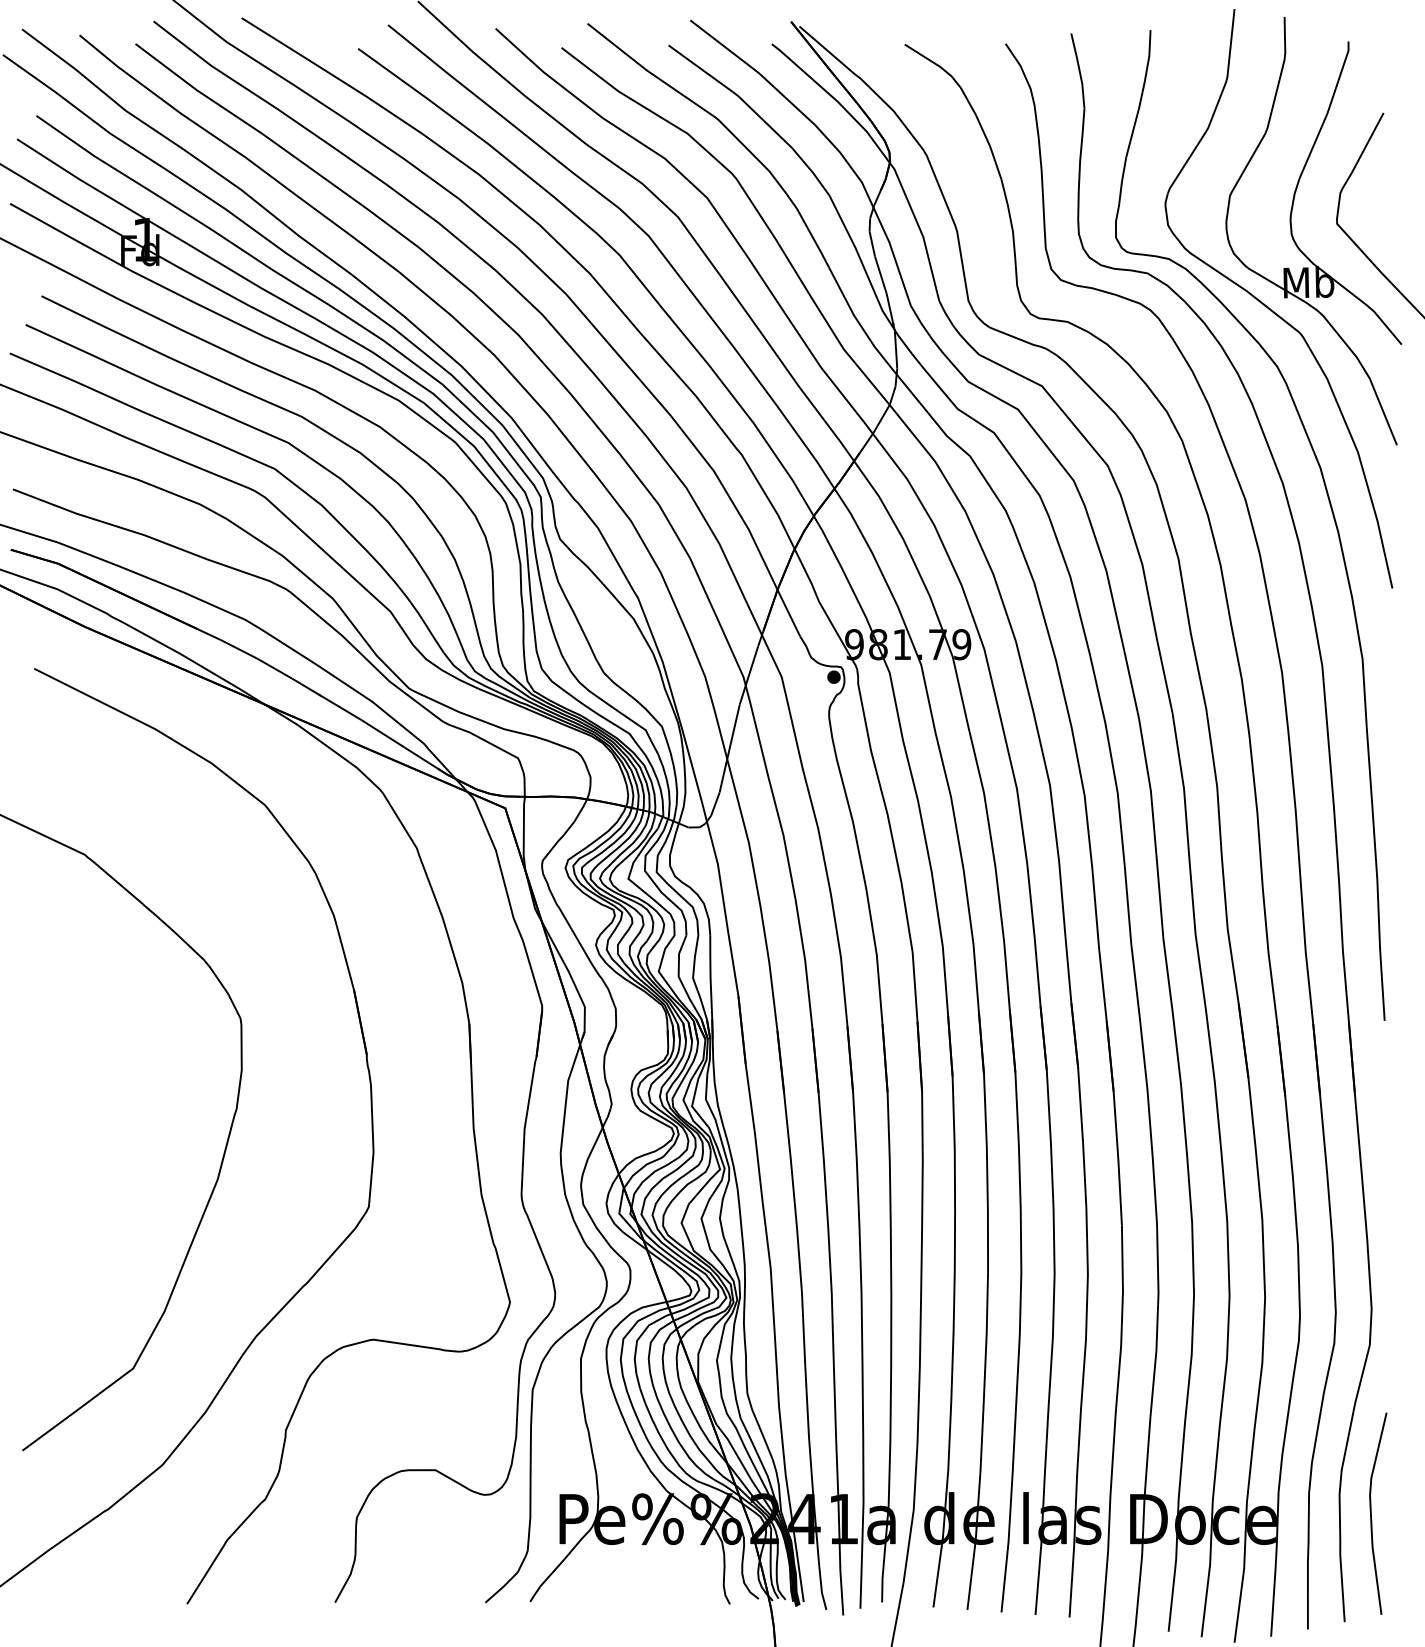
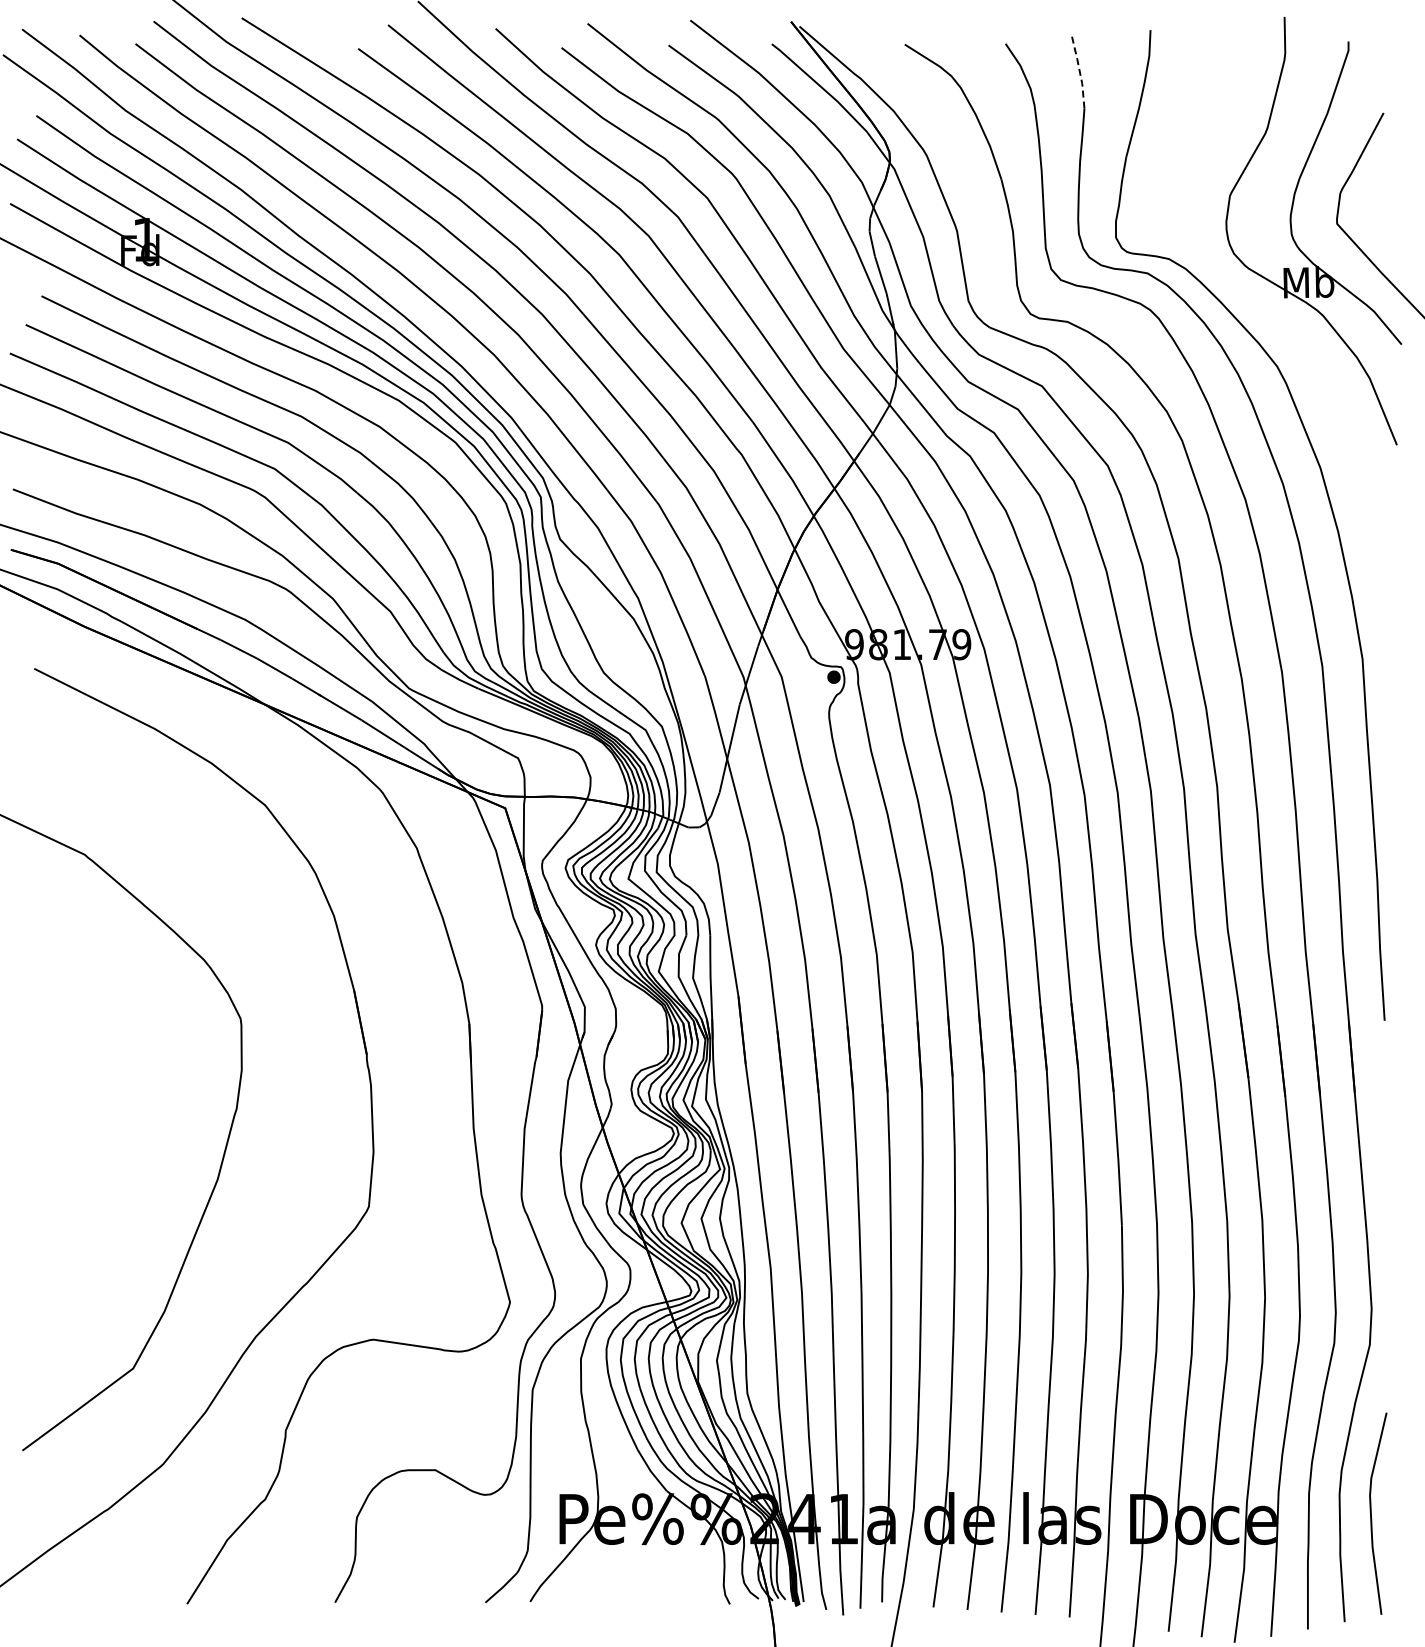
line at (1079, 70): solid -> dashed
part at (1269, 307): present -> none
